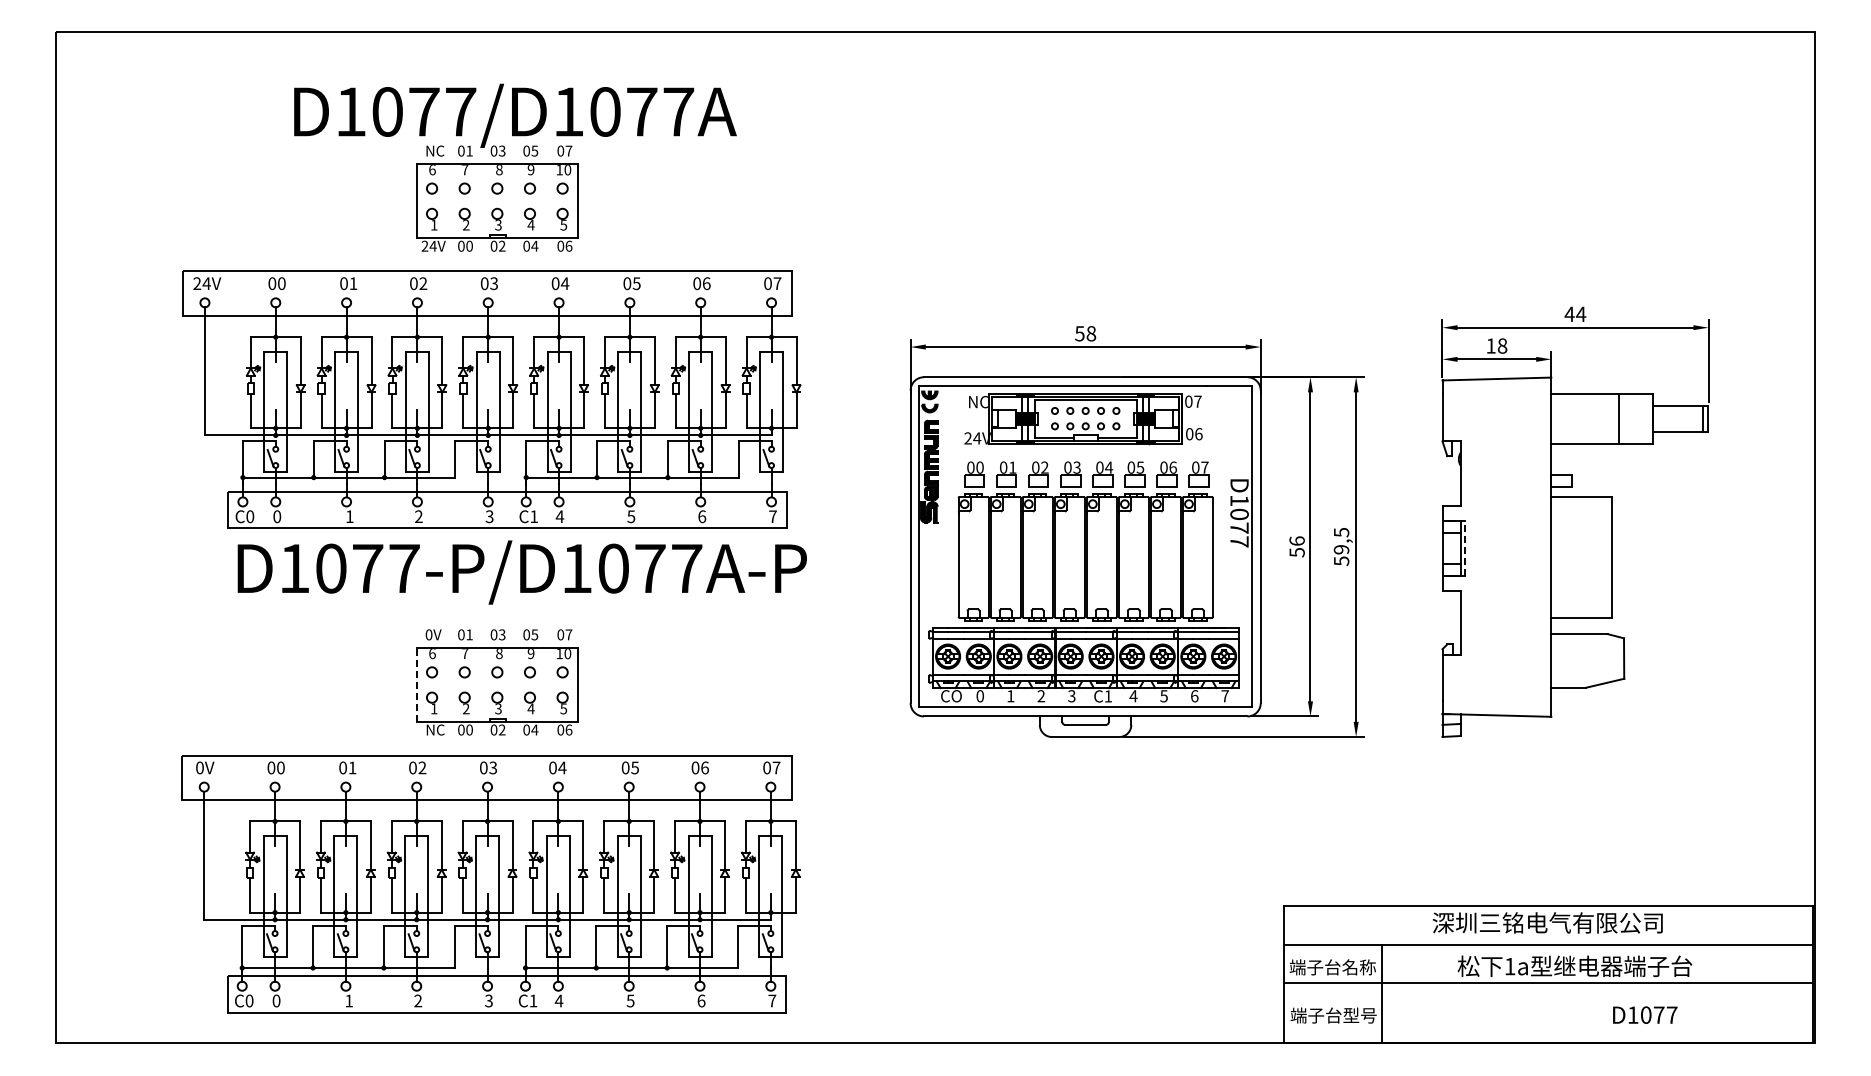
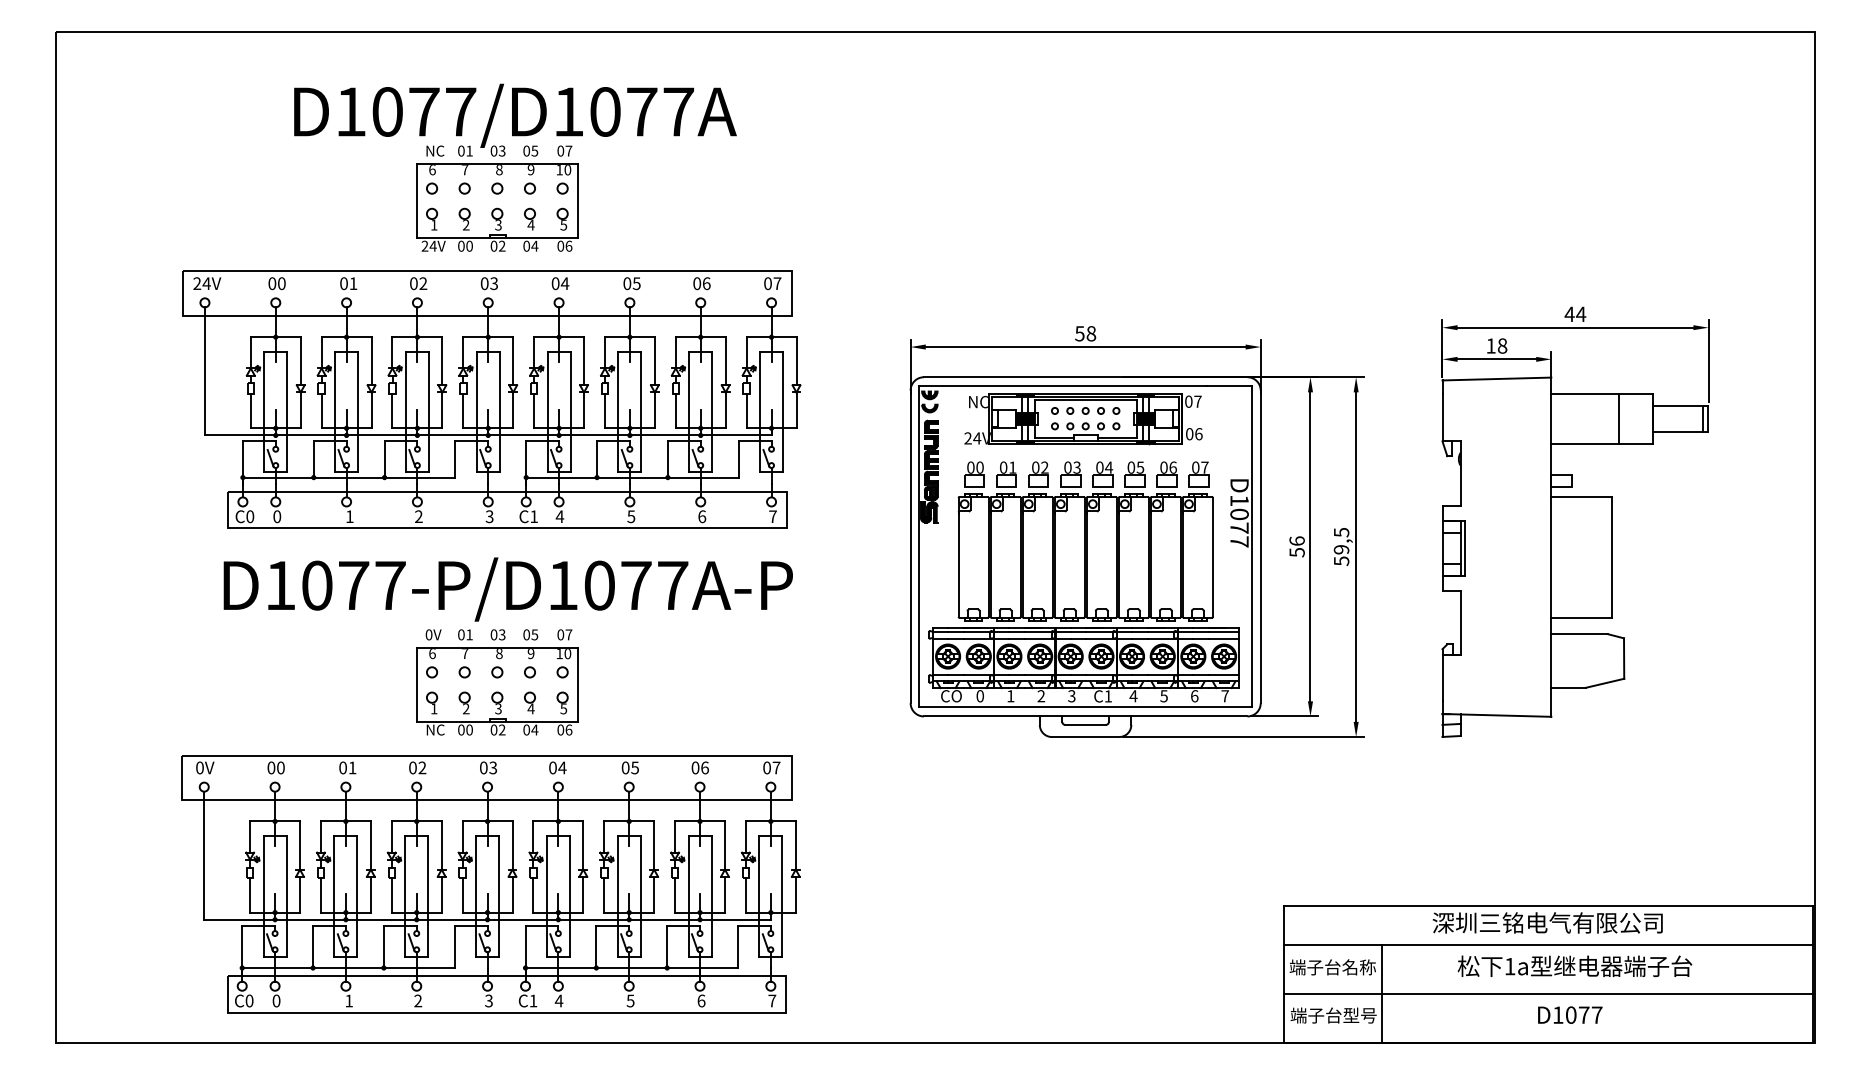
line at (1465, 548): dashed -> solid
text at (521, 572) position: (521, 572) -> (507, 589)
line at (416, 684): dashed -> solid
line at (1548, 982) position: (1548, 982) -> (1548, 993)
text at (1645, 1014) position: (1645, 1014) -> (1570, 1014)
